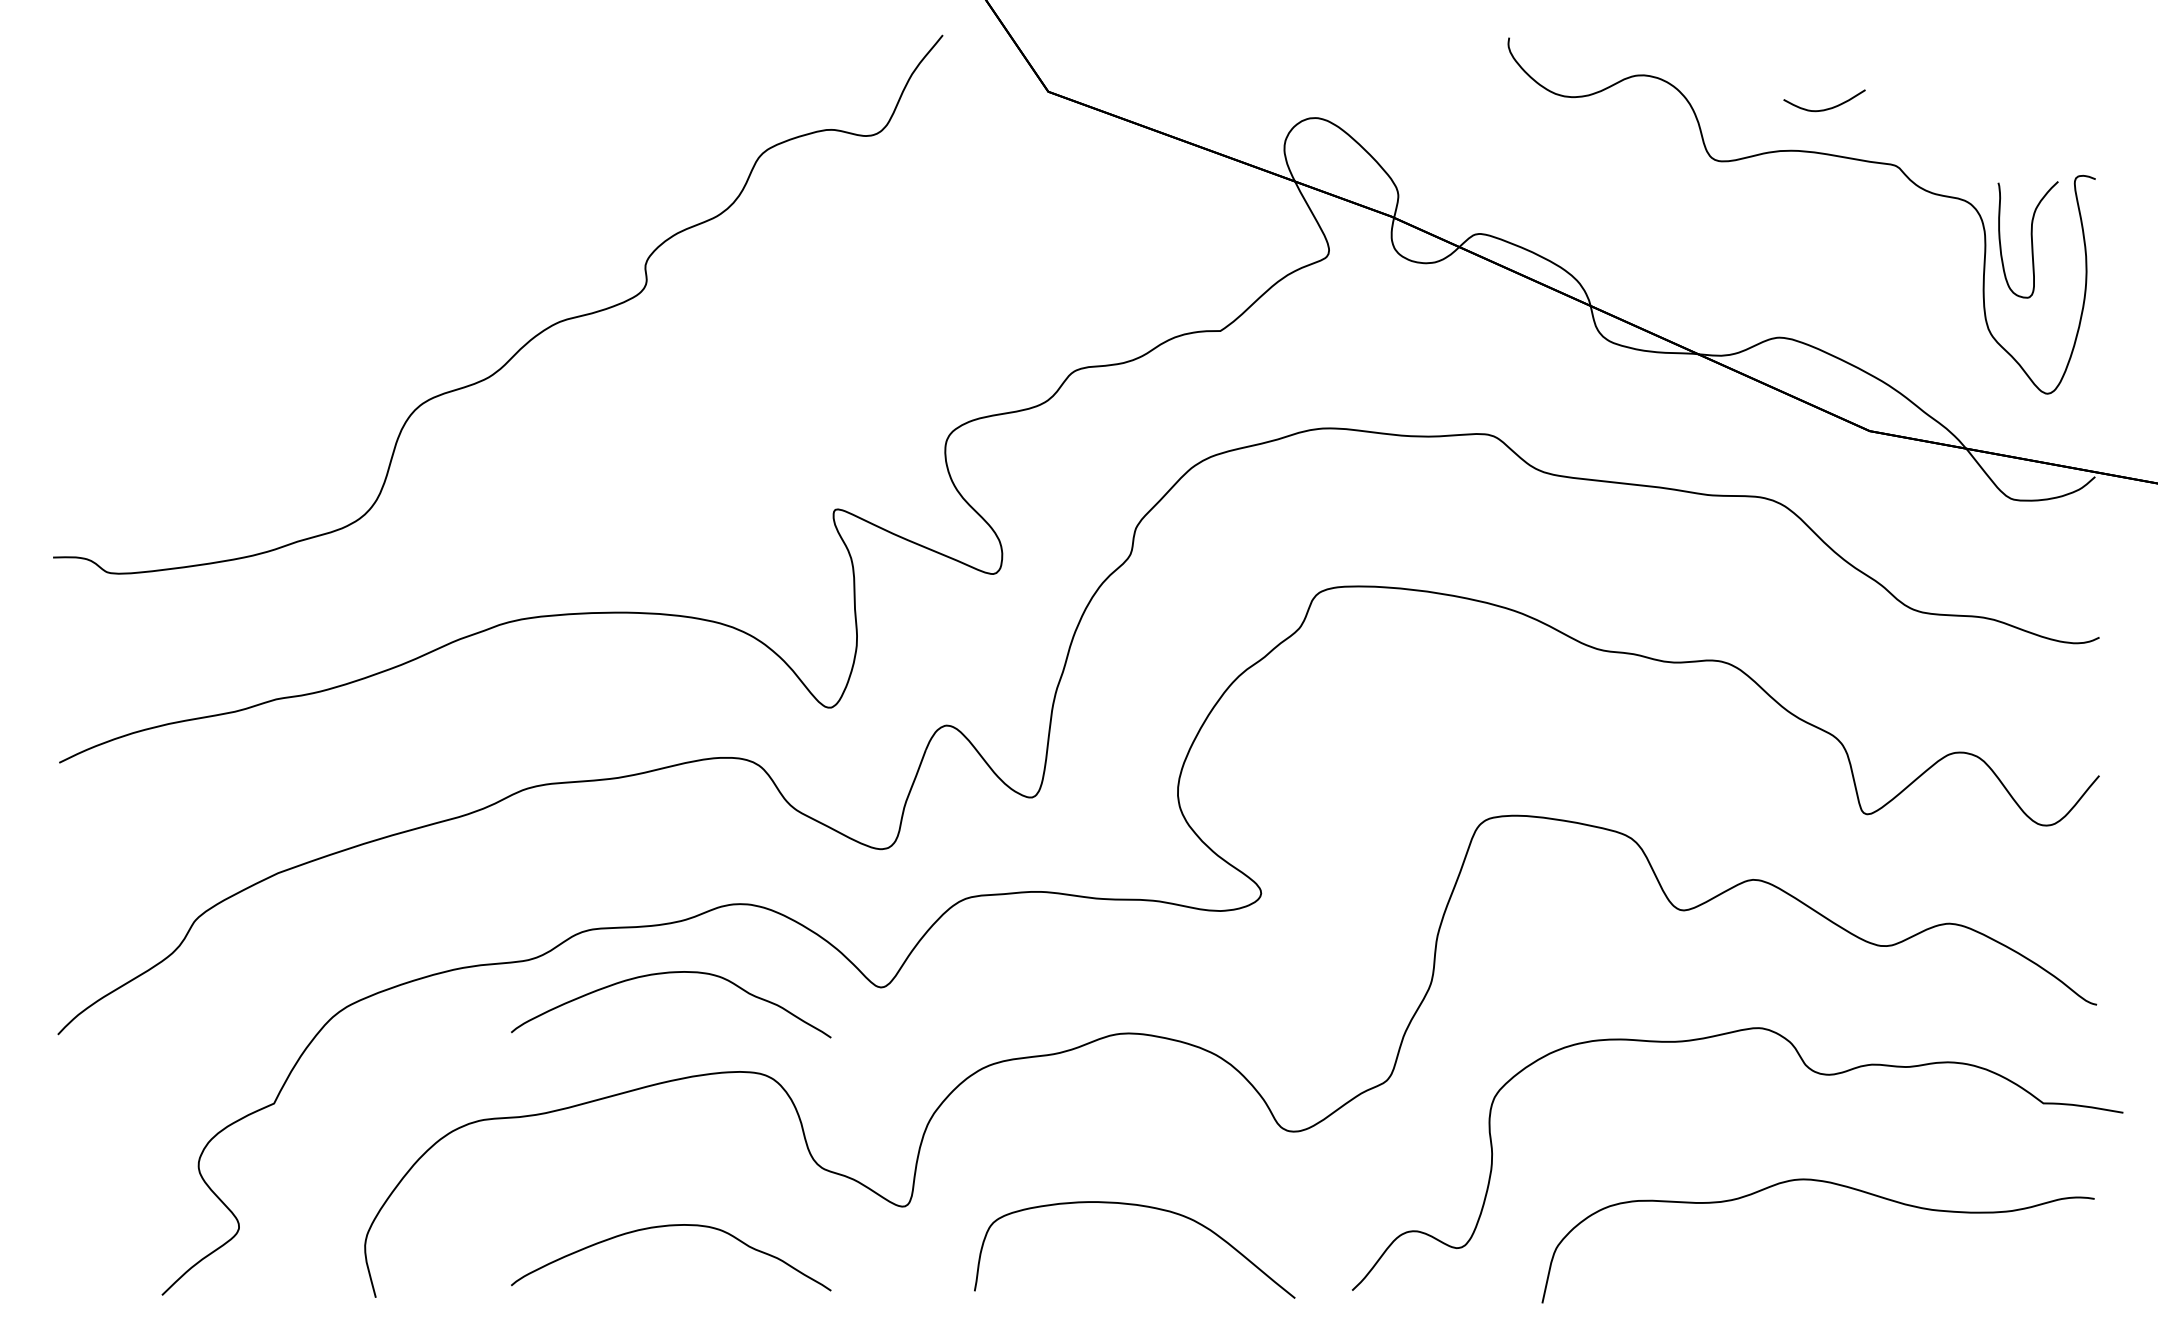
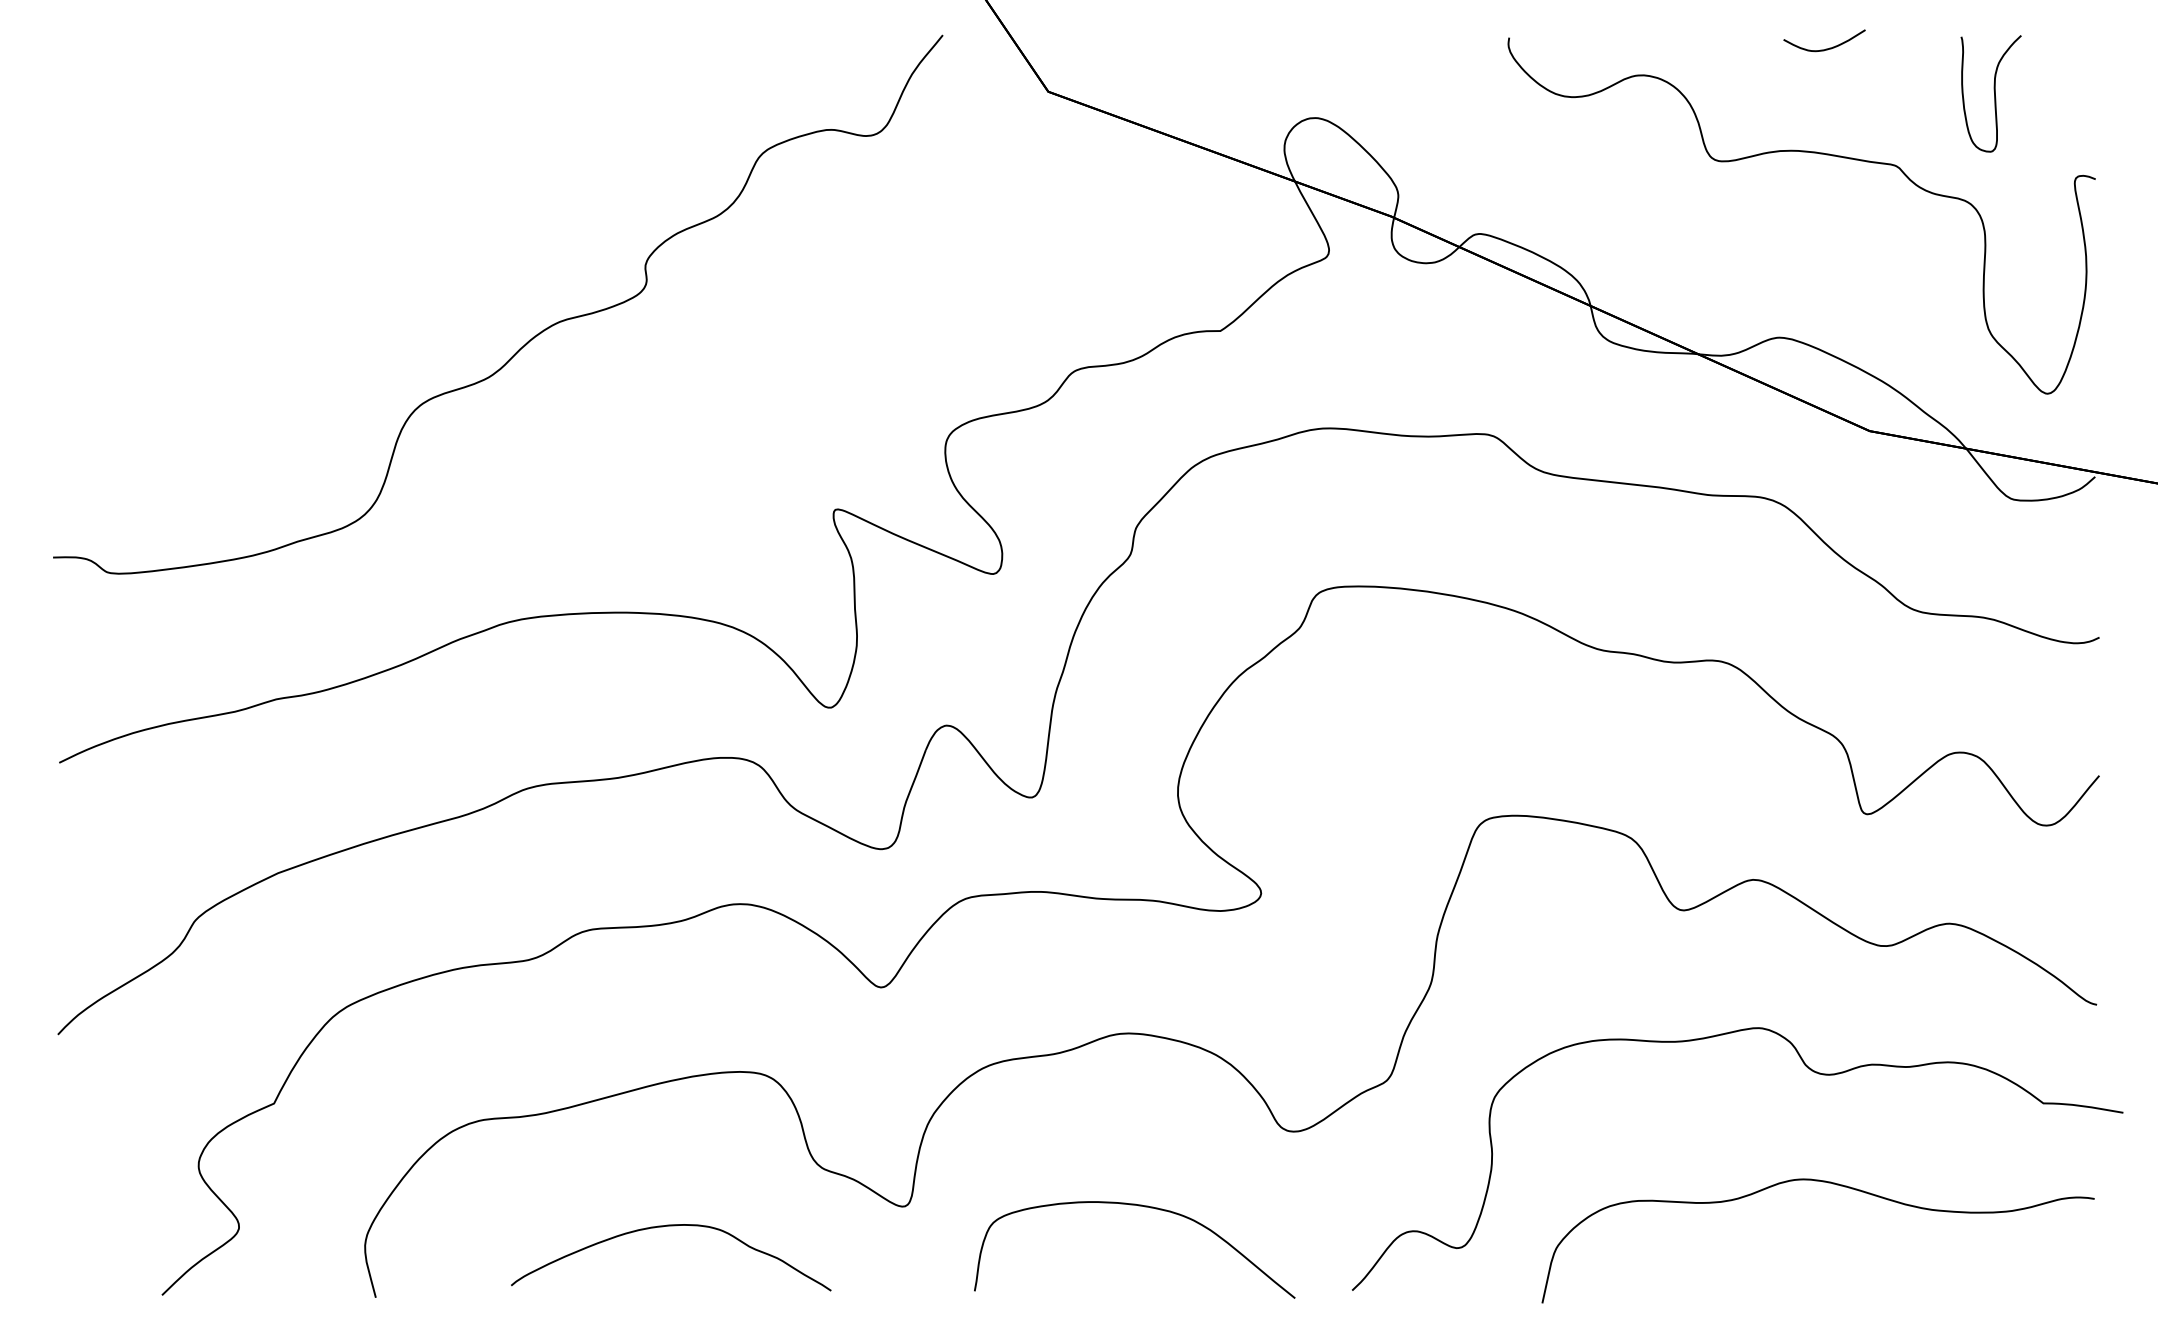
curve at (1826, 108) position: (1826, 108) -> (1826, 48)
curve at (2031, 239) position: (2031, 239) -> (1994, 93)
curve at (671, 973): present -> none
